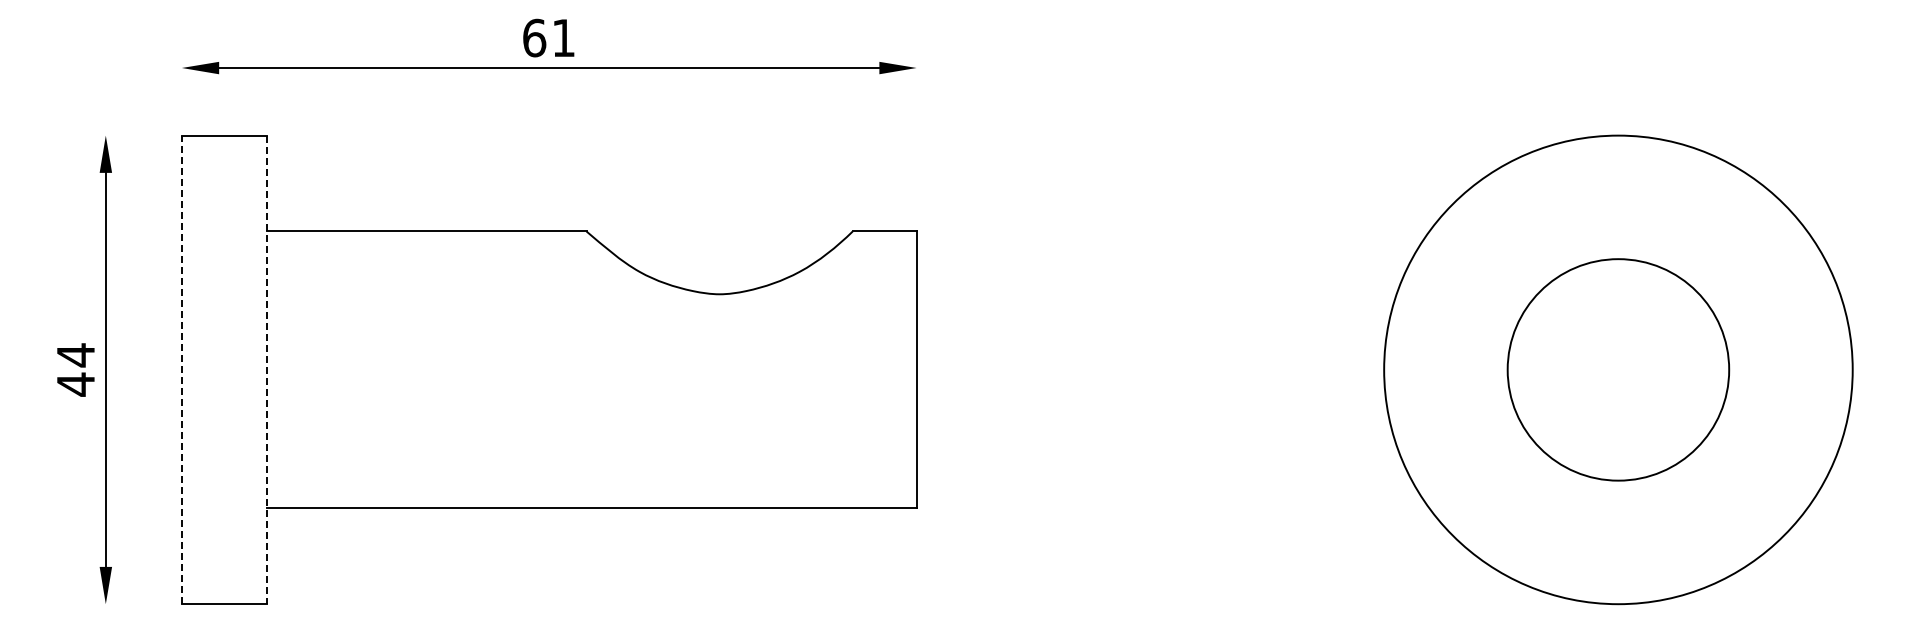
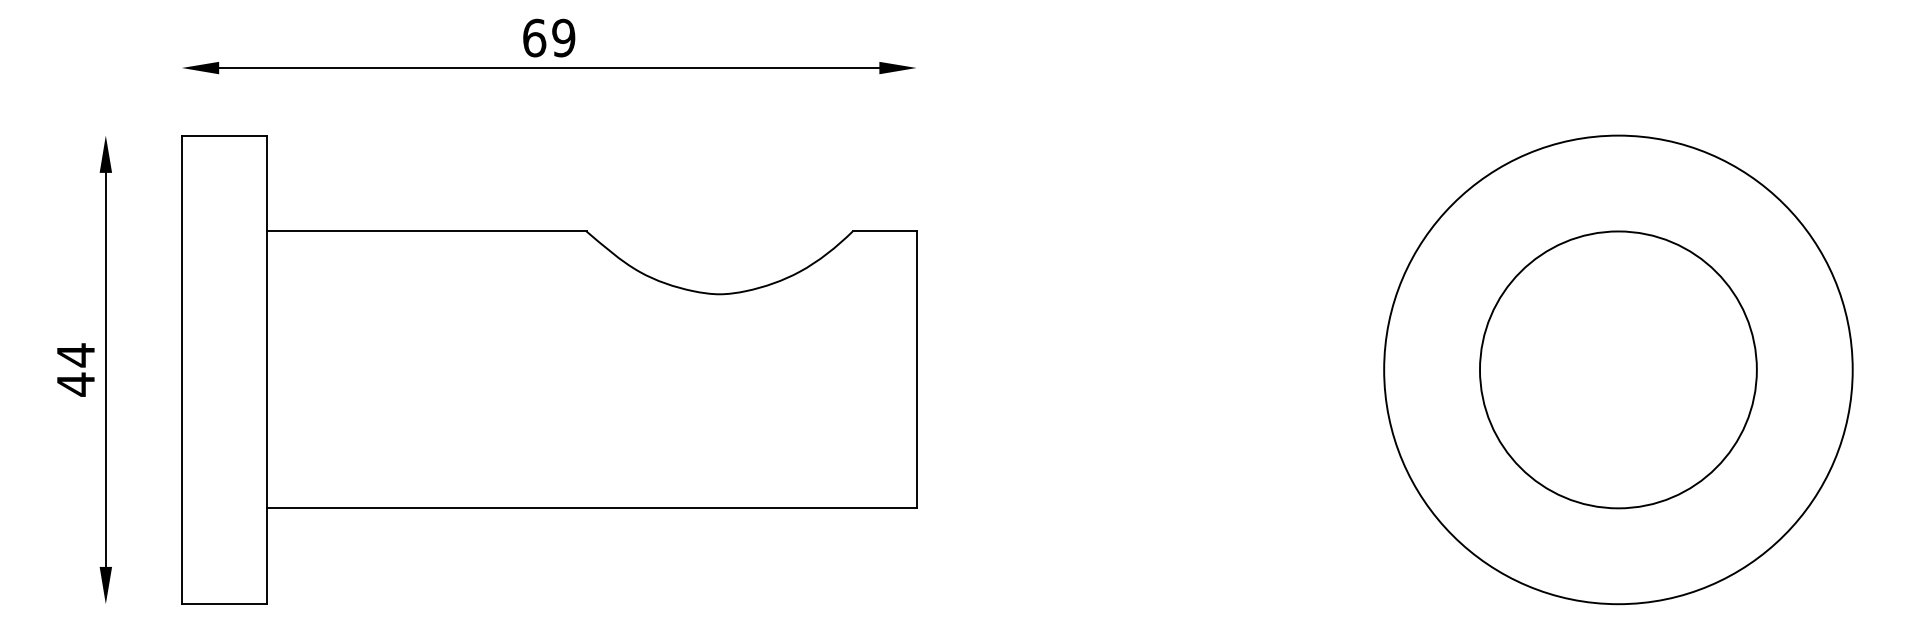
text at (563, 37): 61 -> 69
line at (181, 369): dashed -> solid
circle at (1618, 369) diameter: 222 px -> 277 px
line at (267, 370): dashed -> solid
